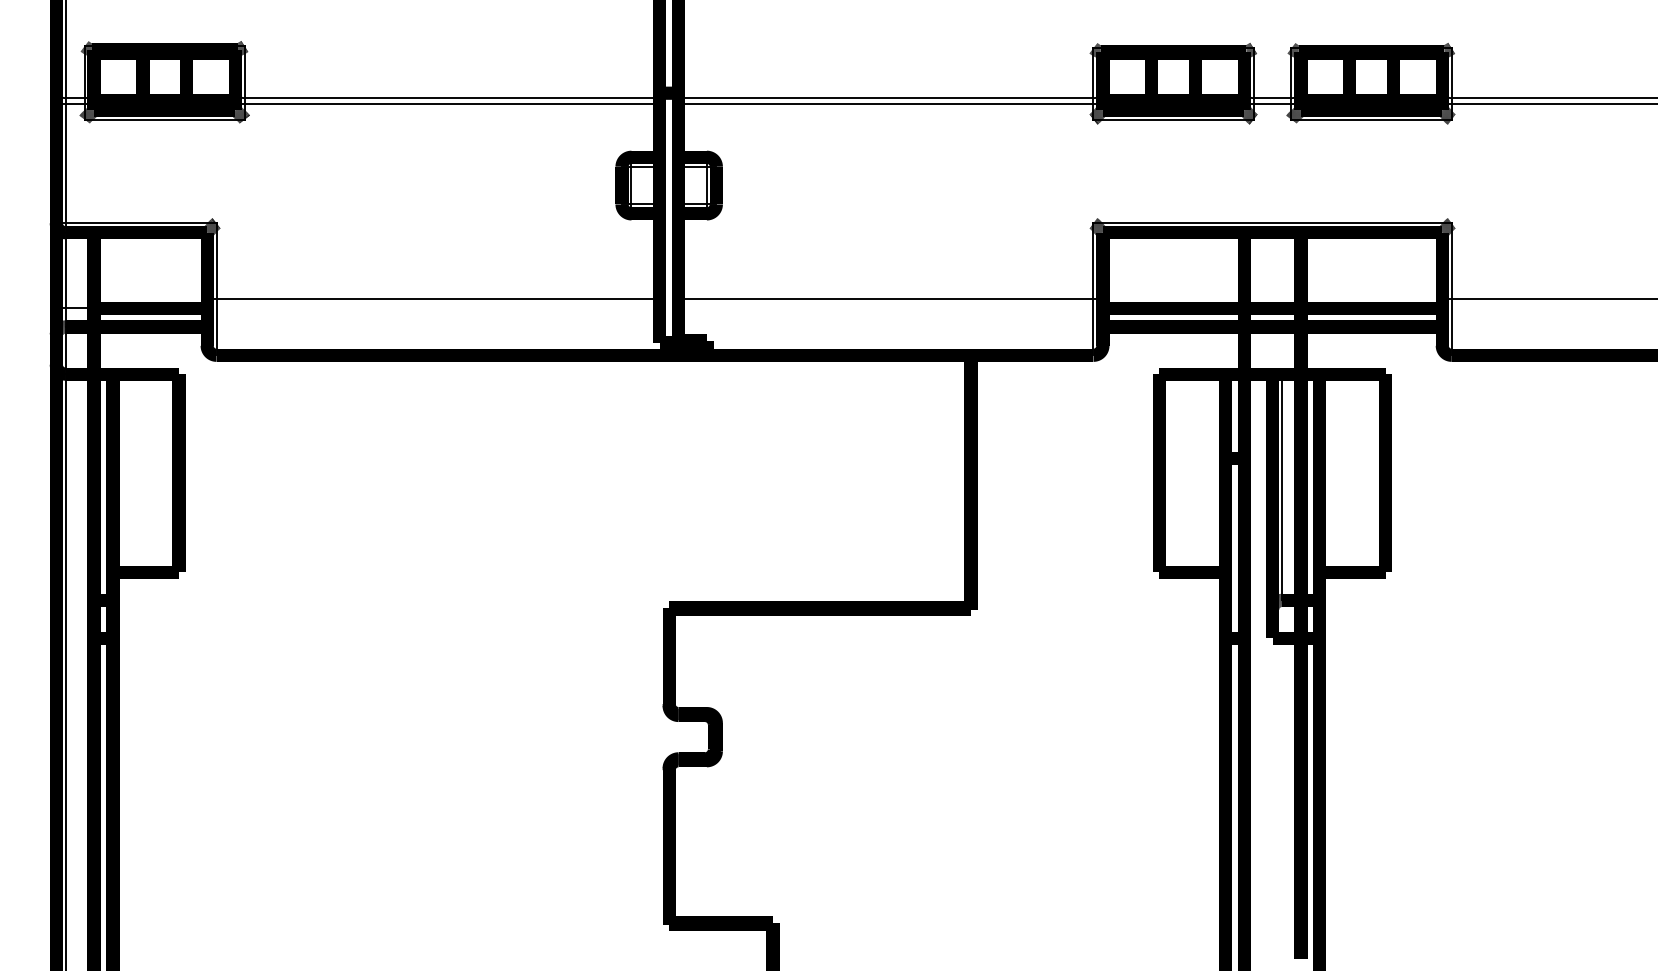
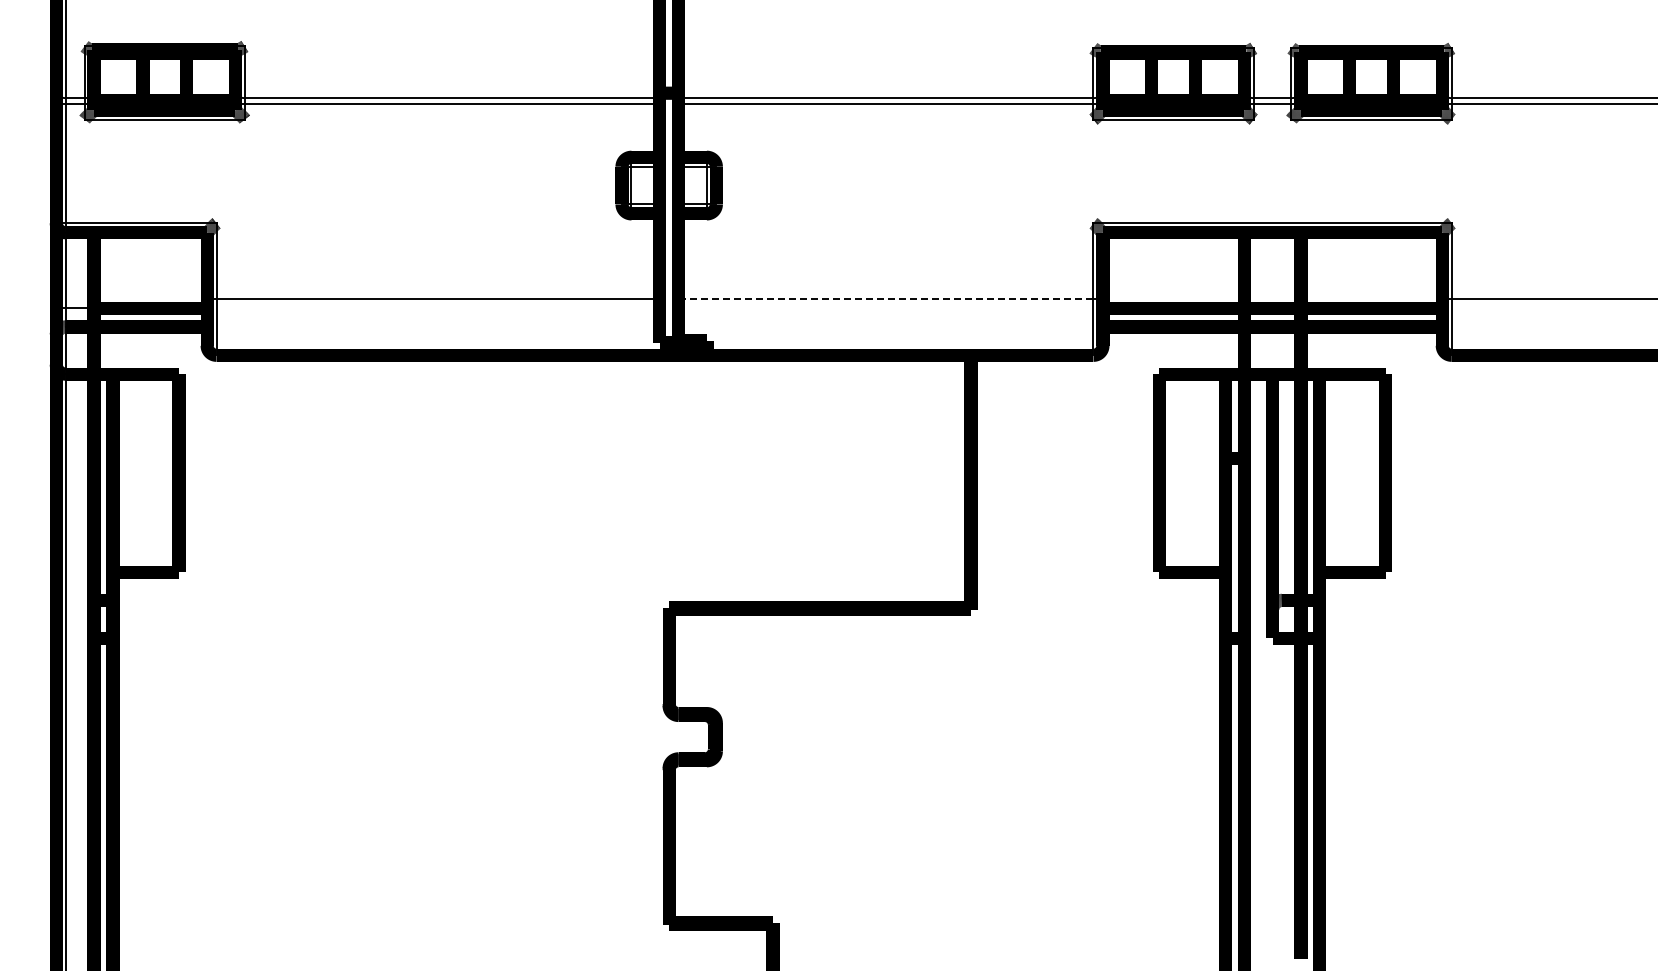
line at (886, 298): solid -> dashed
line at (1282, 487): present -> none
